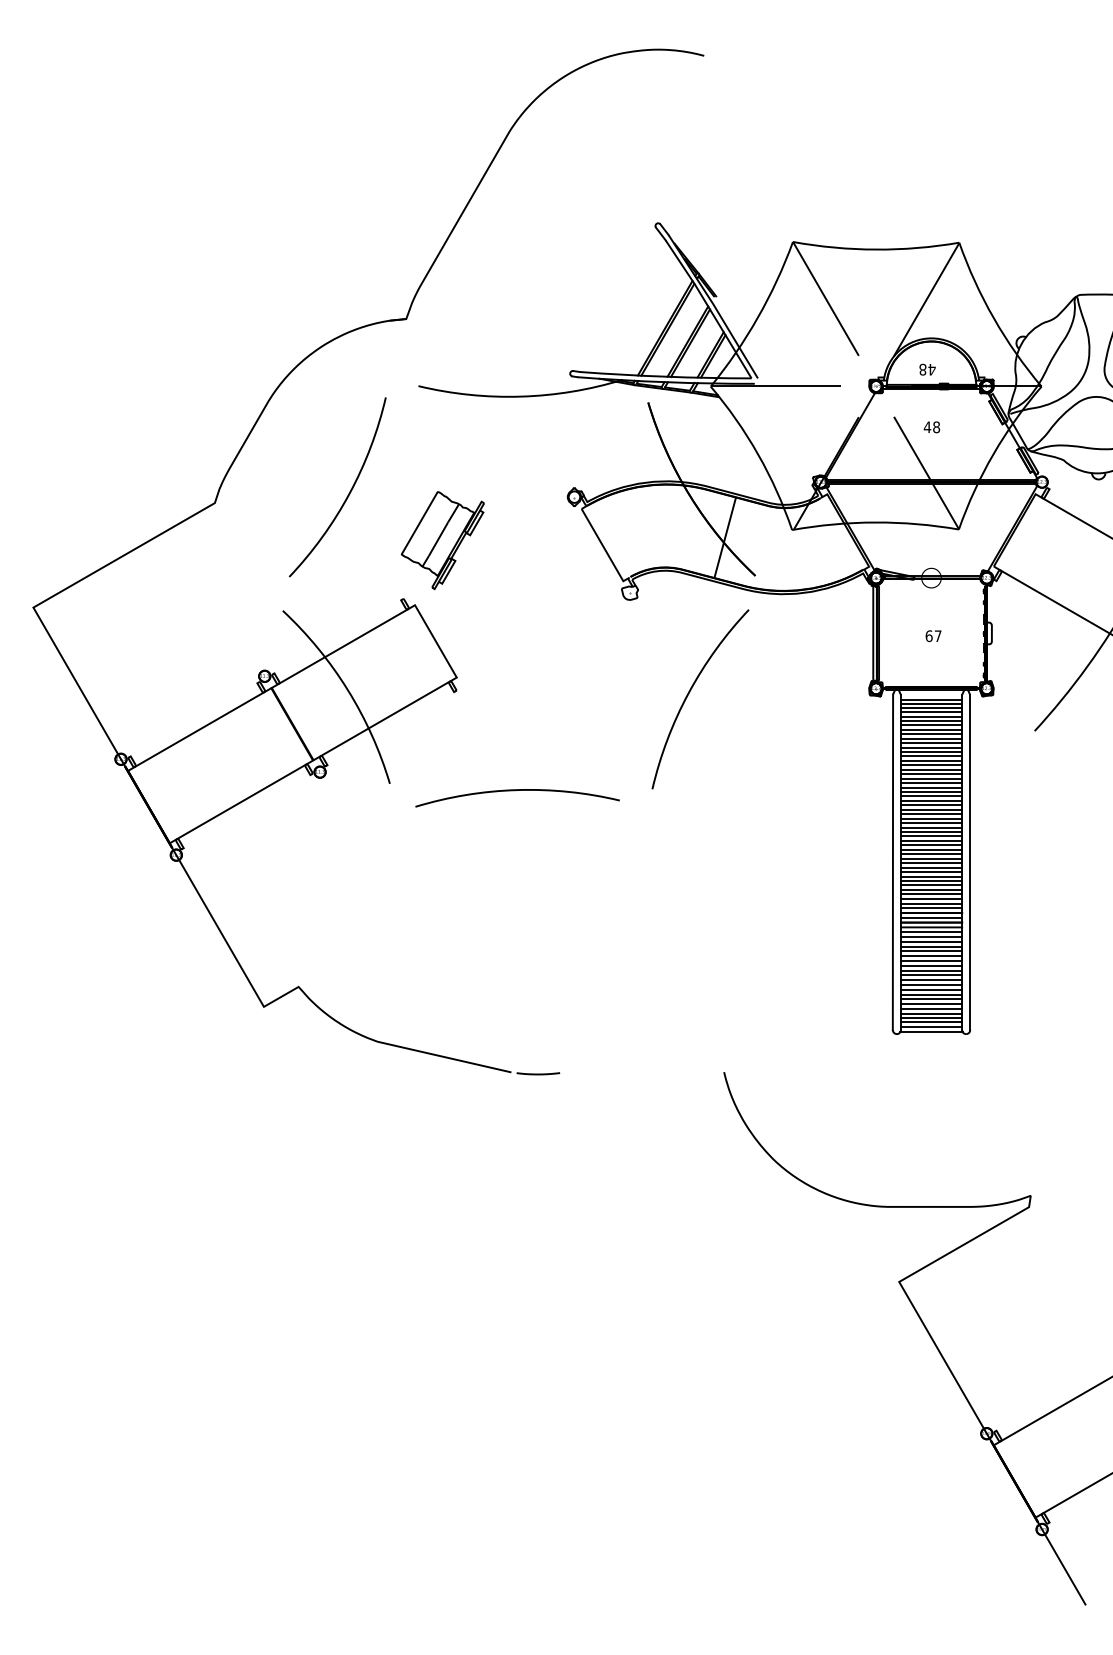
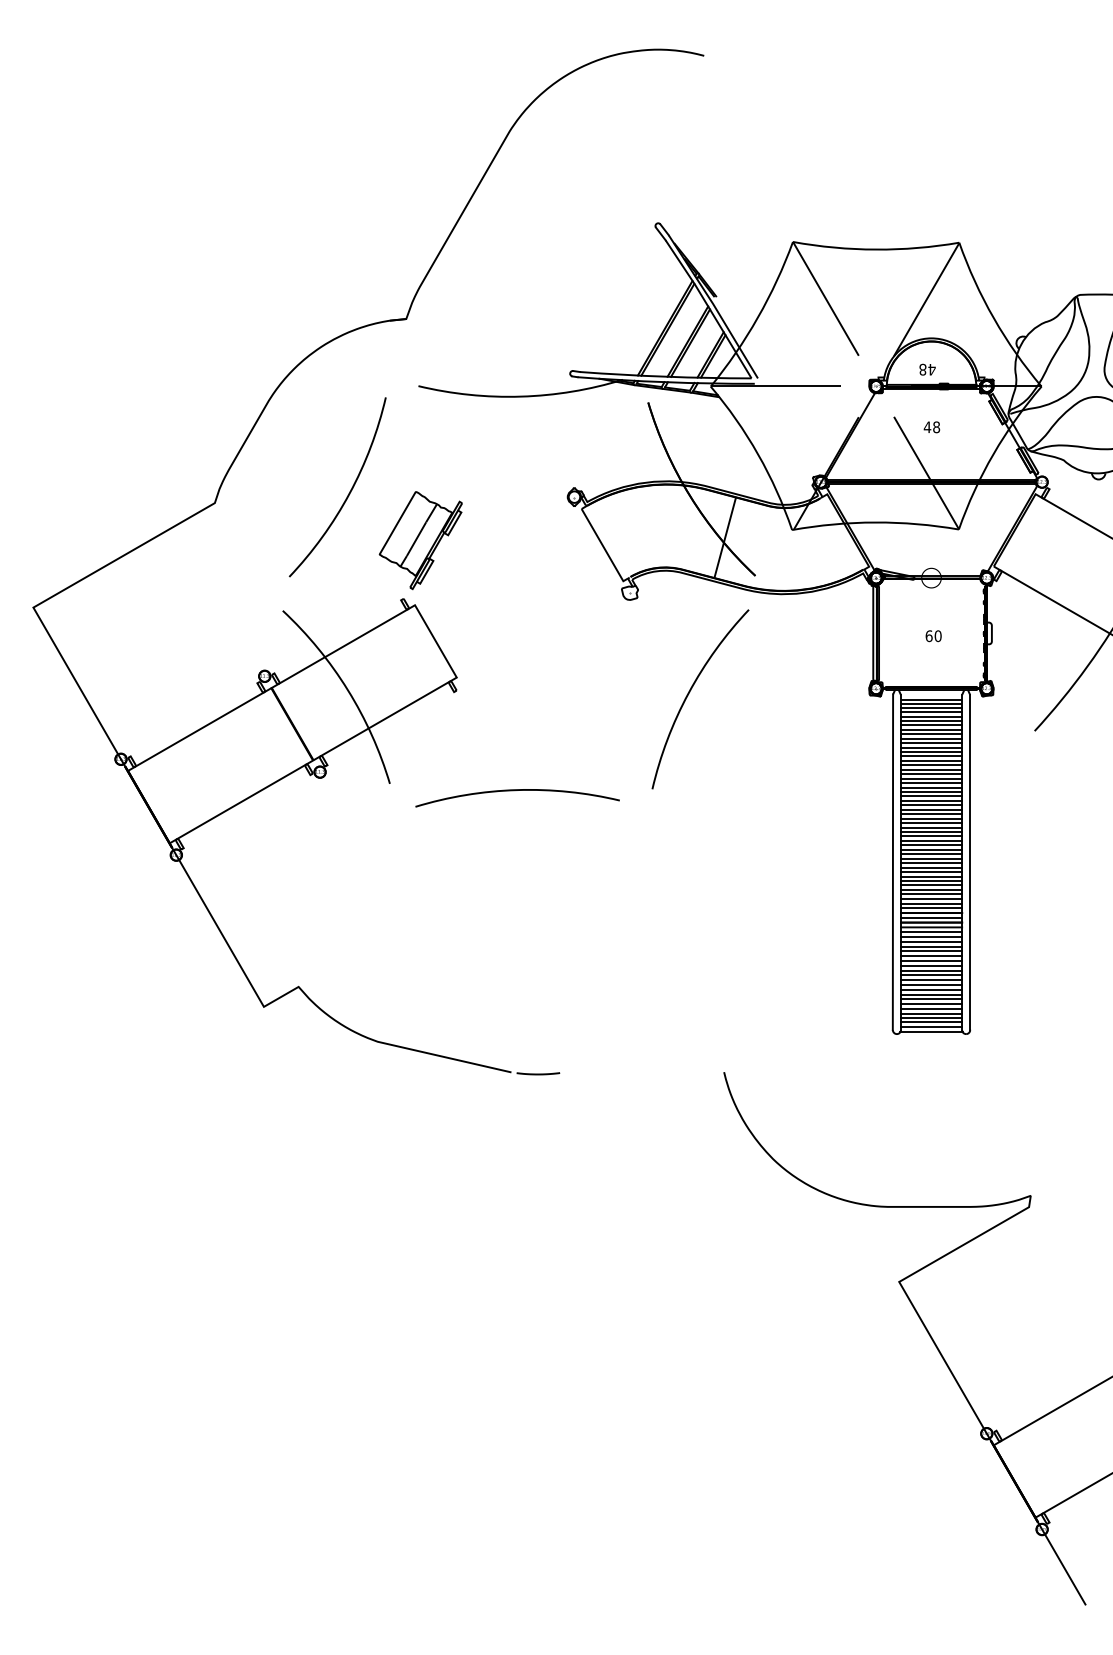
part at (442, 540) position: (442, 540) -> (420, 540)
text at (937, 636): 67 -> 60
